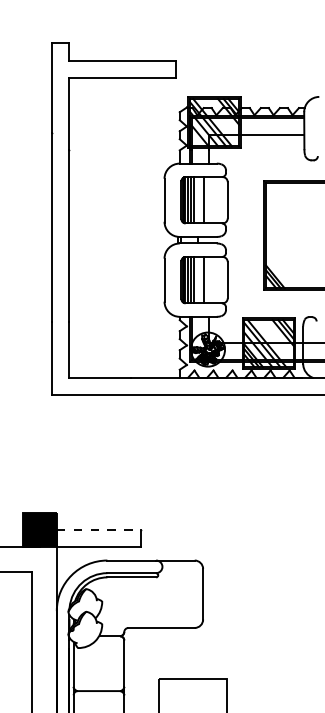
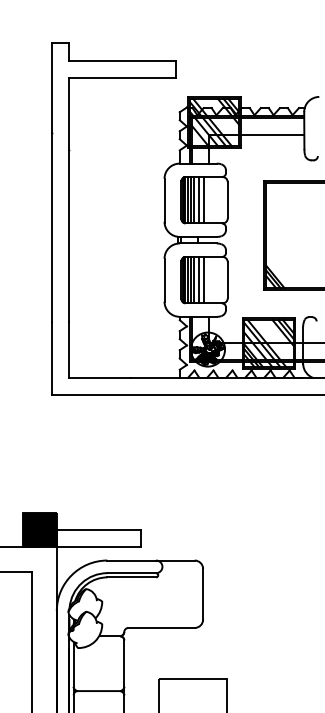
line at (199, 200): none -> present
line at (199, 279): none -> present
line at (99, 530): dashed -> solid
